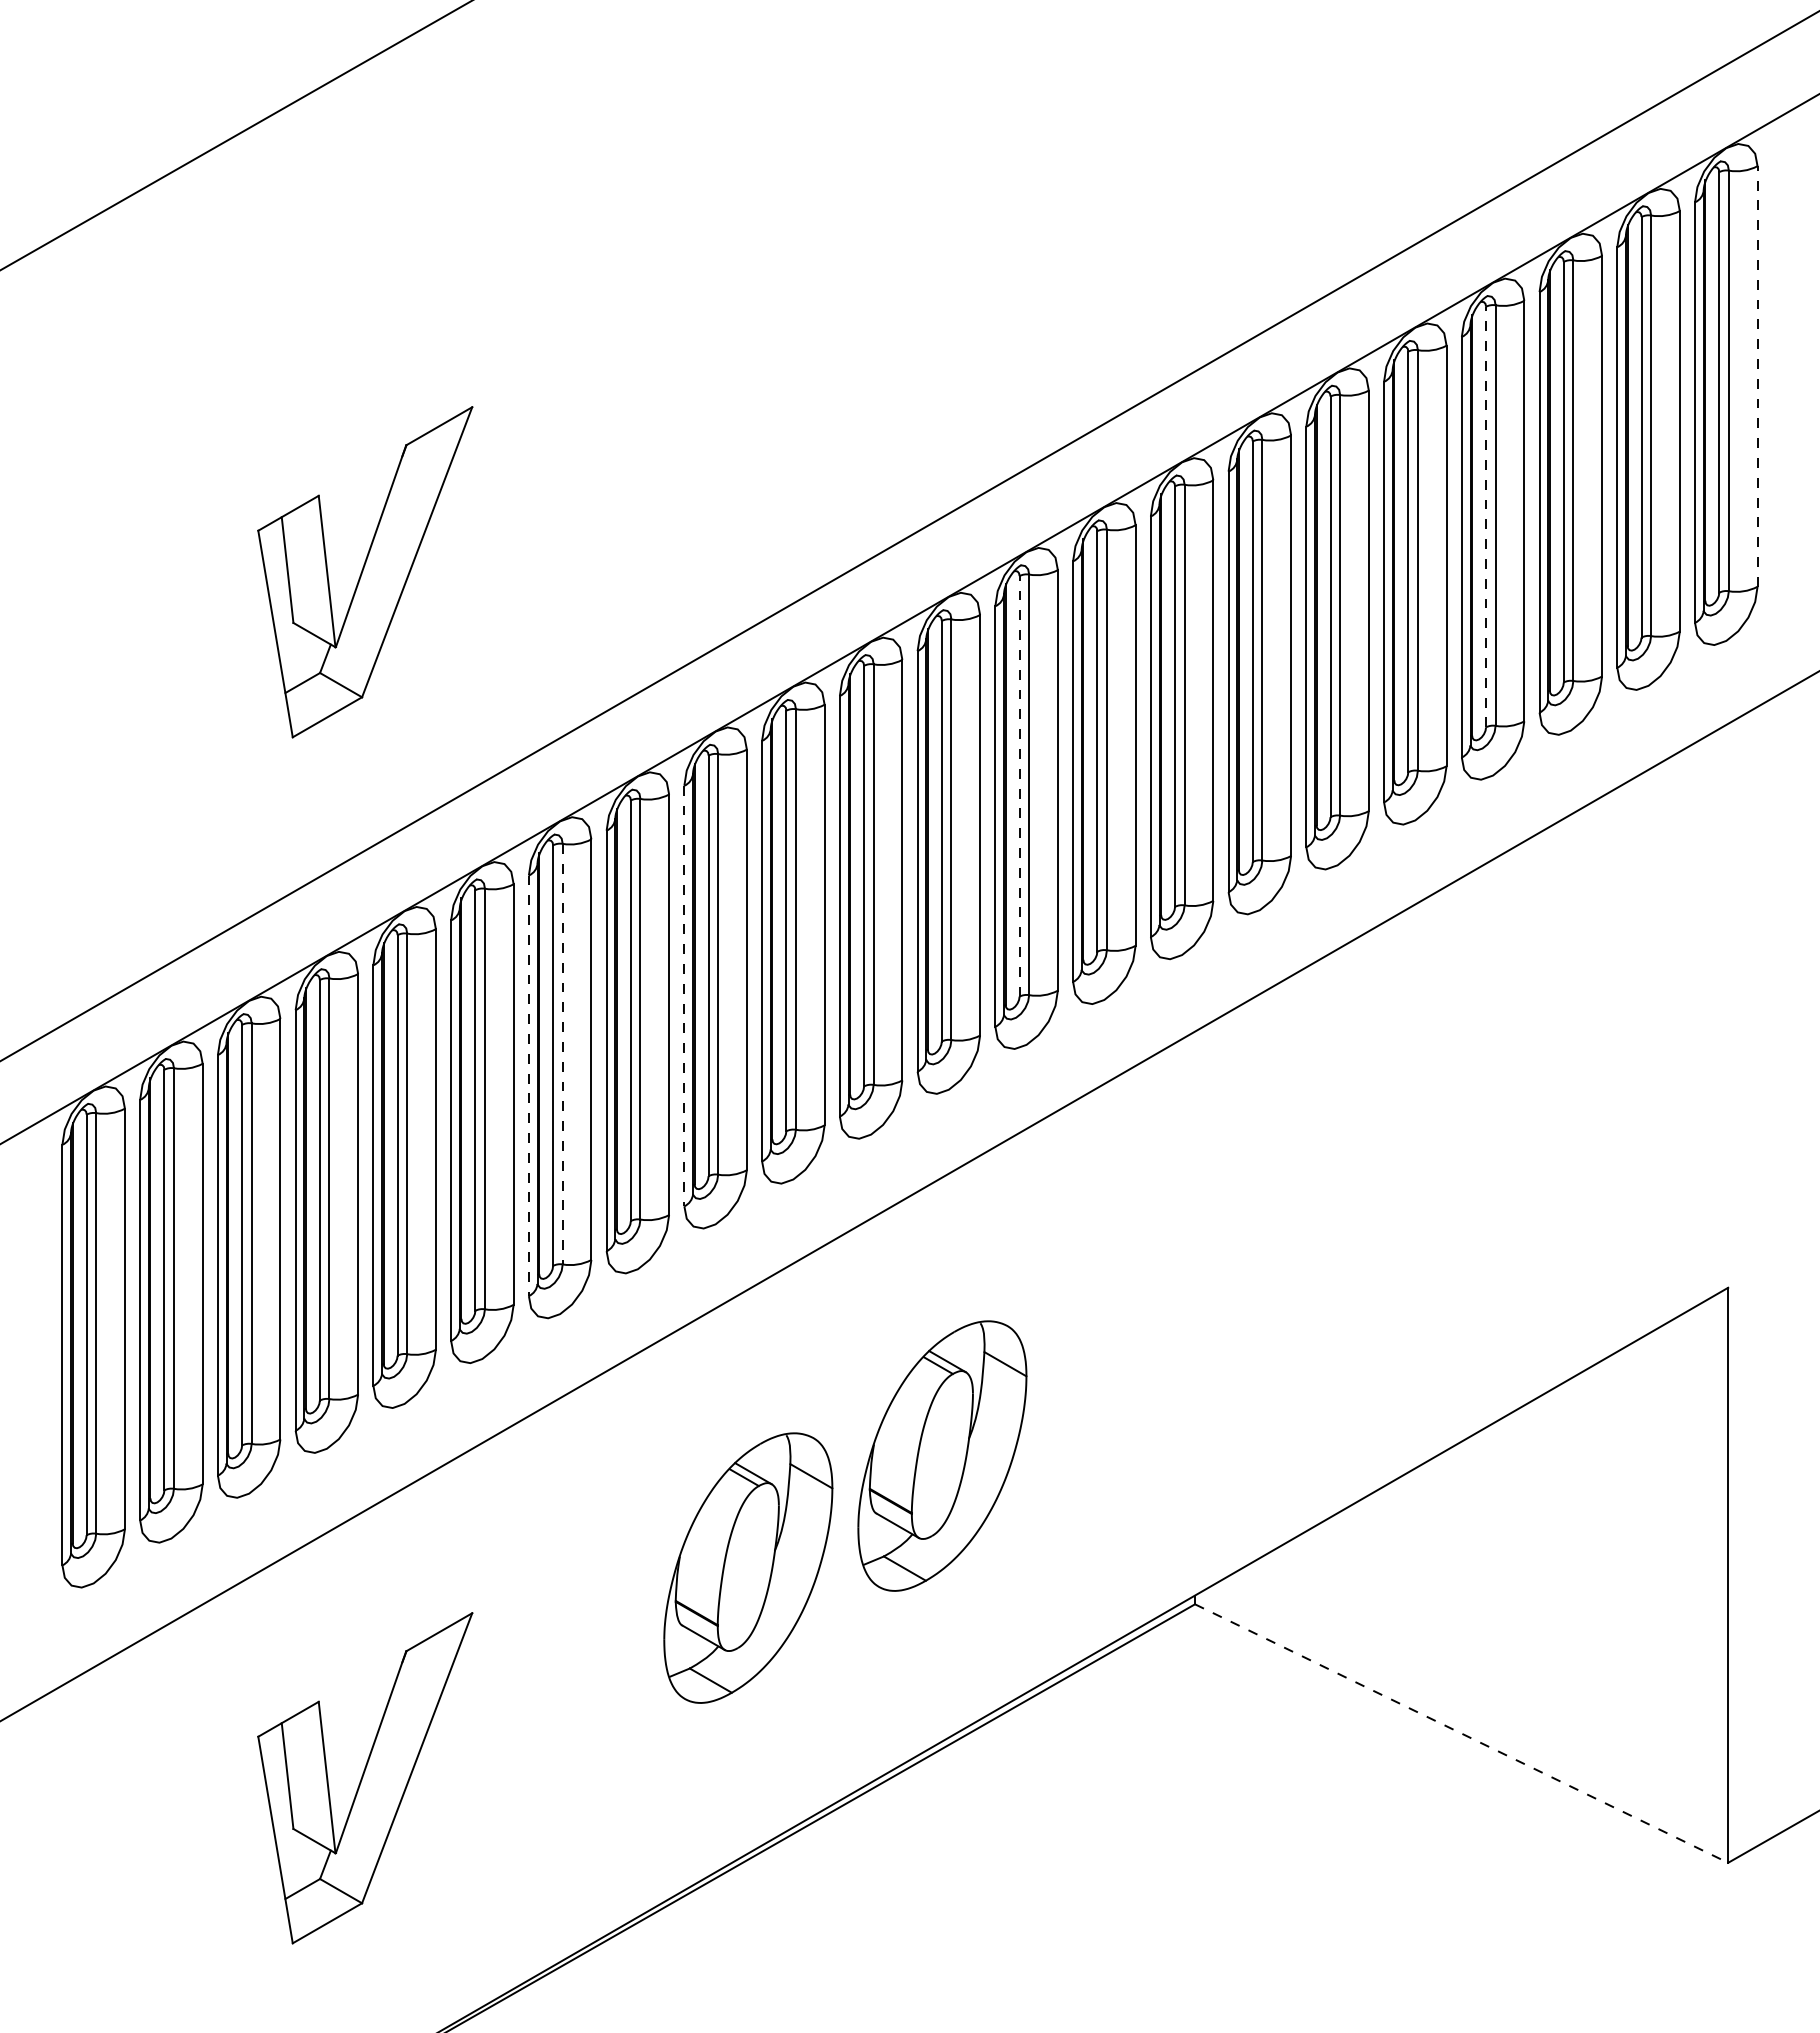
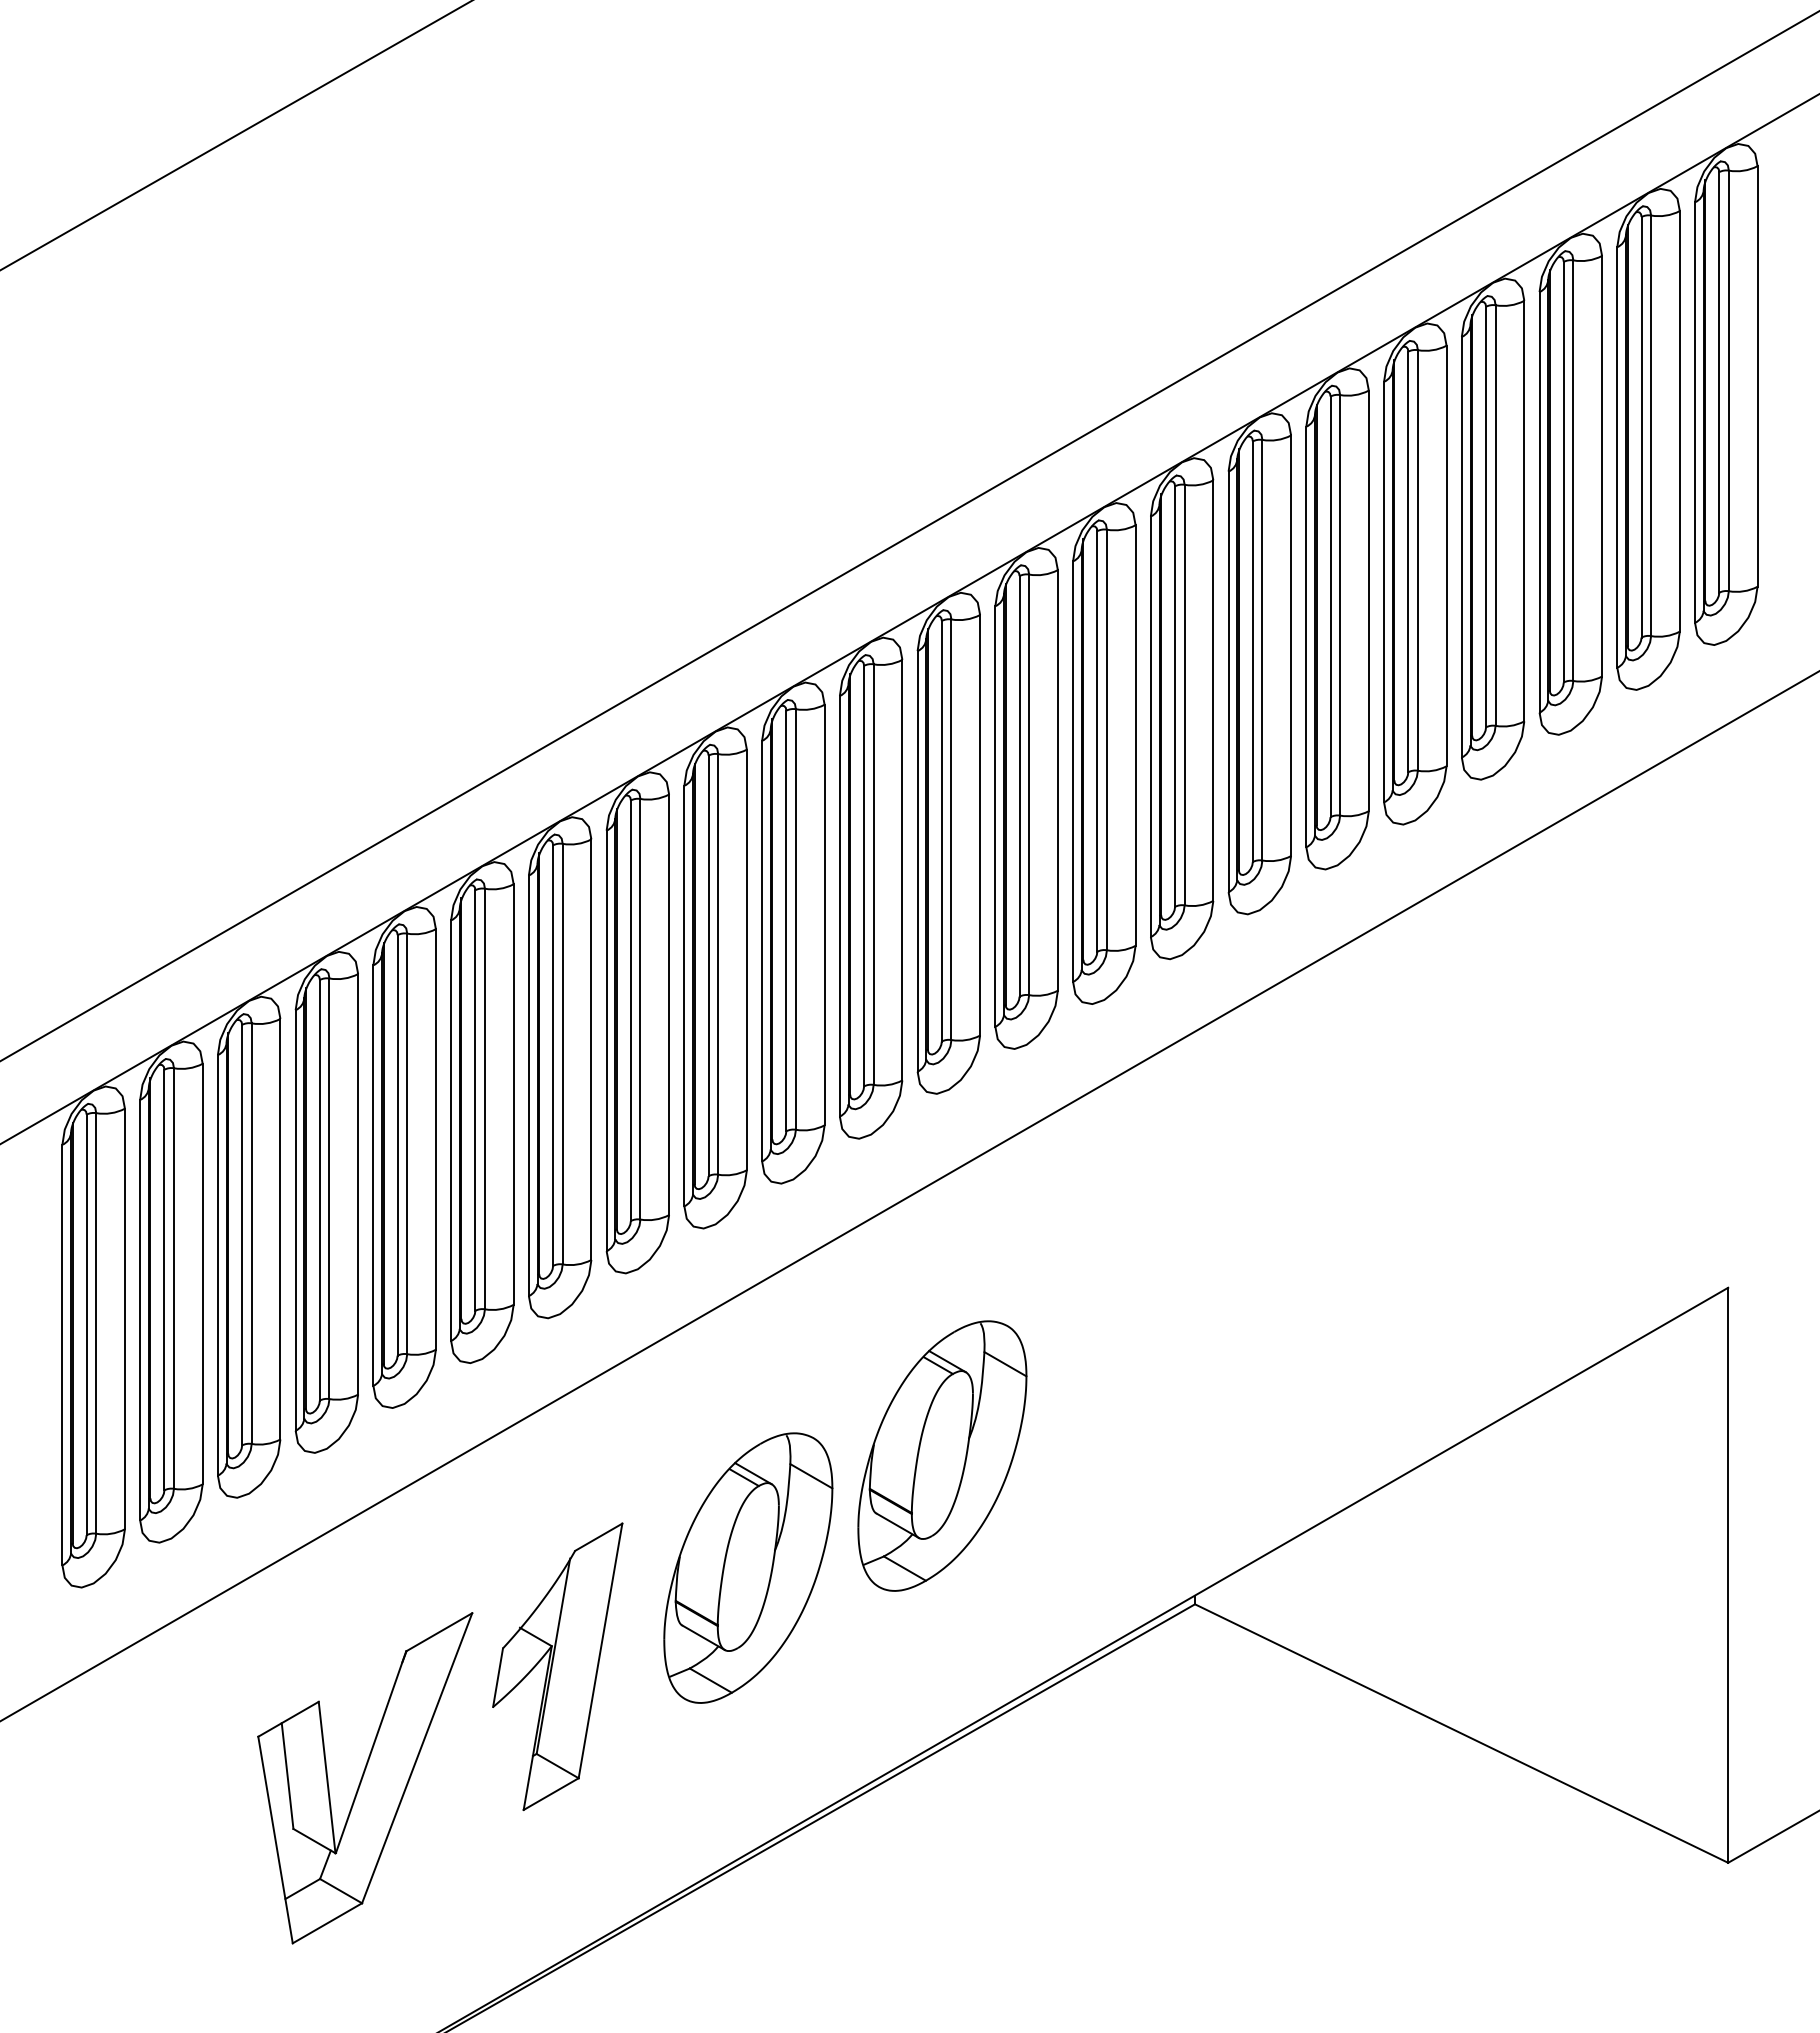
line at (1757, 375): dashed -> solid
line at (1486, 516): dashed -> solid
part at (365, 572): present -> none
line at (1019, 785): dashed -> solid
line at (684, 996): dashed -> solid
line at (562, 1054): dashed -> solid
line at (528, 1086): dashed -> solid
part at (557, 1666): none -> present
line at (1462, 1733): dashed -> solid
